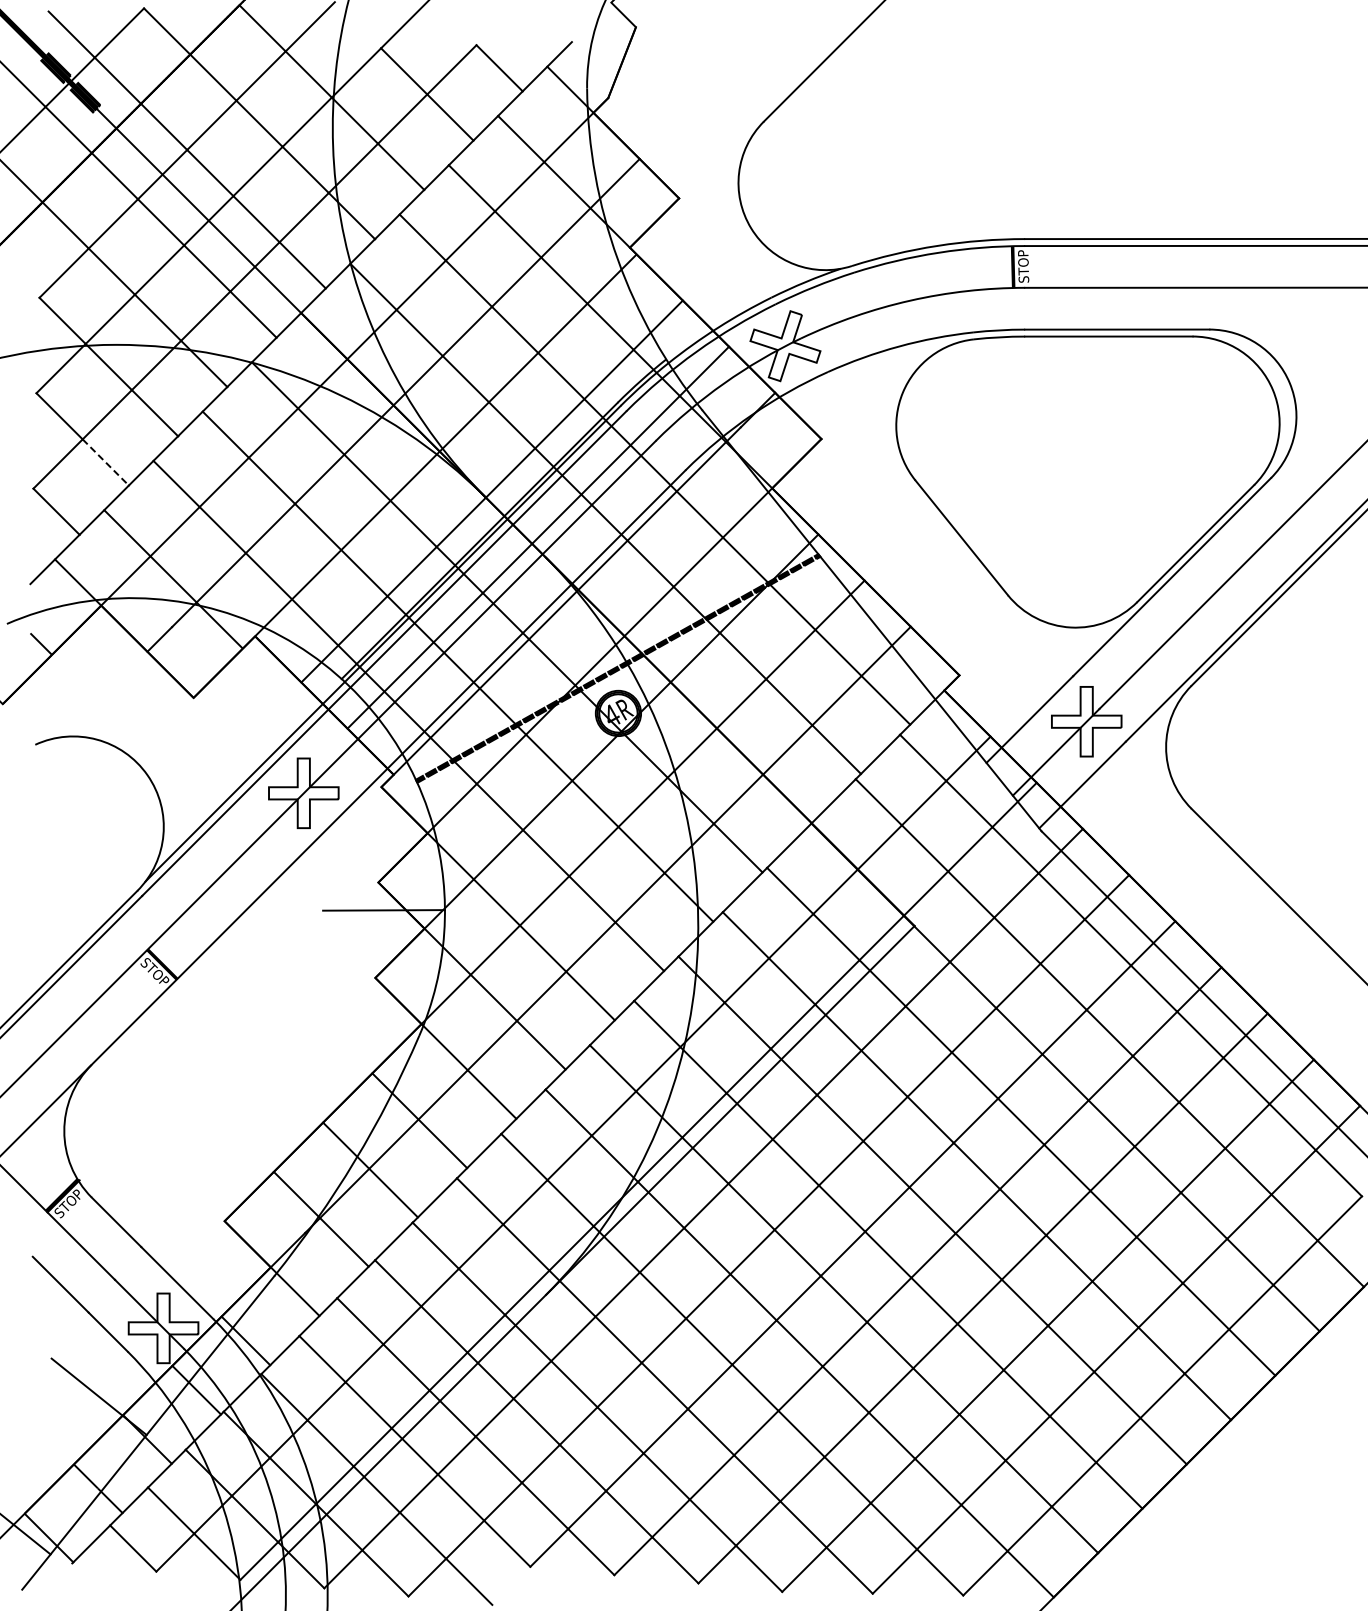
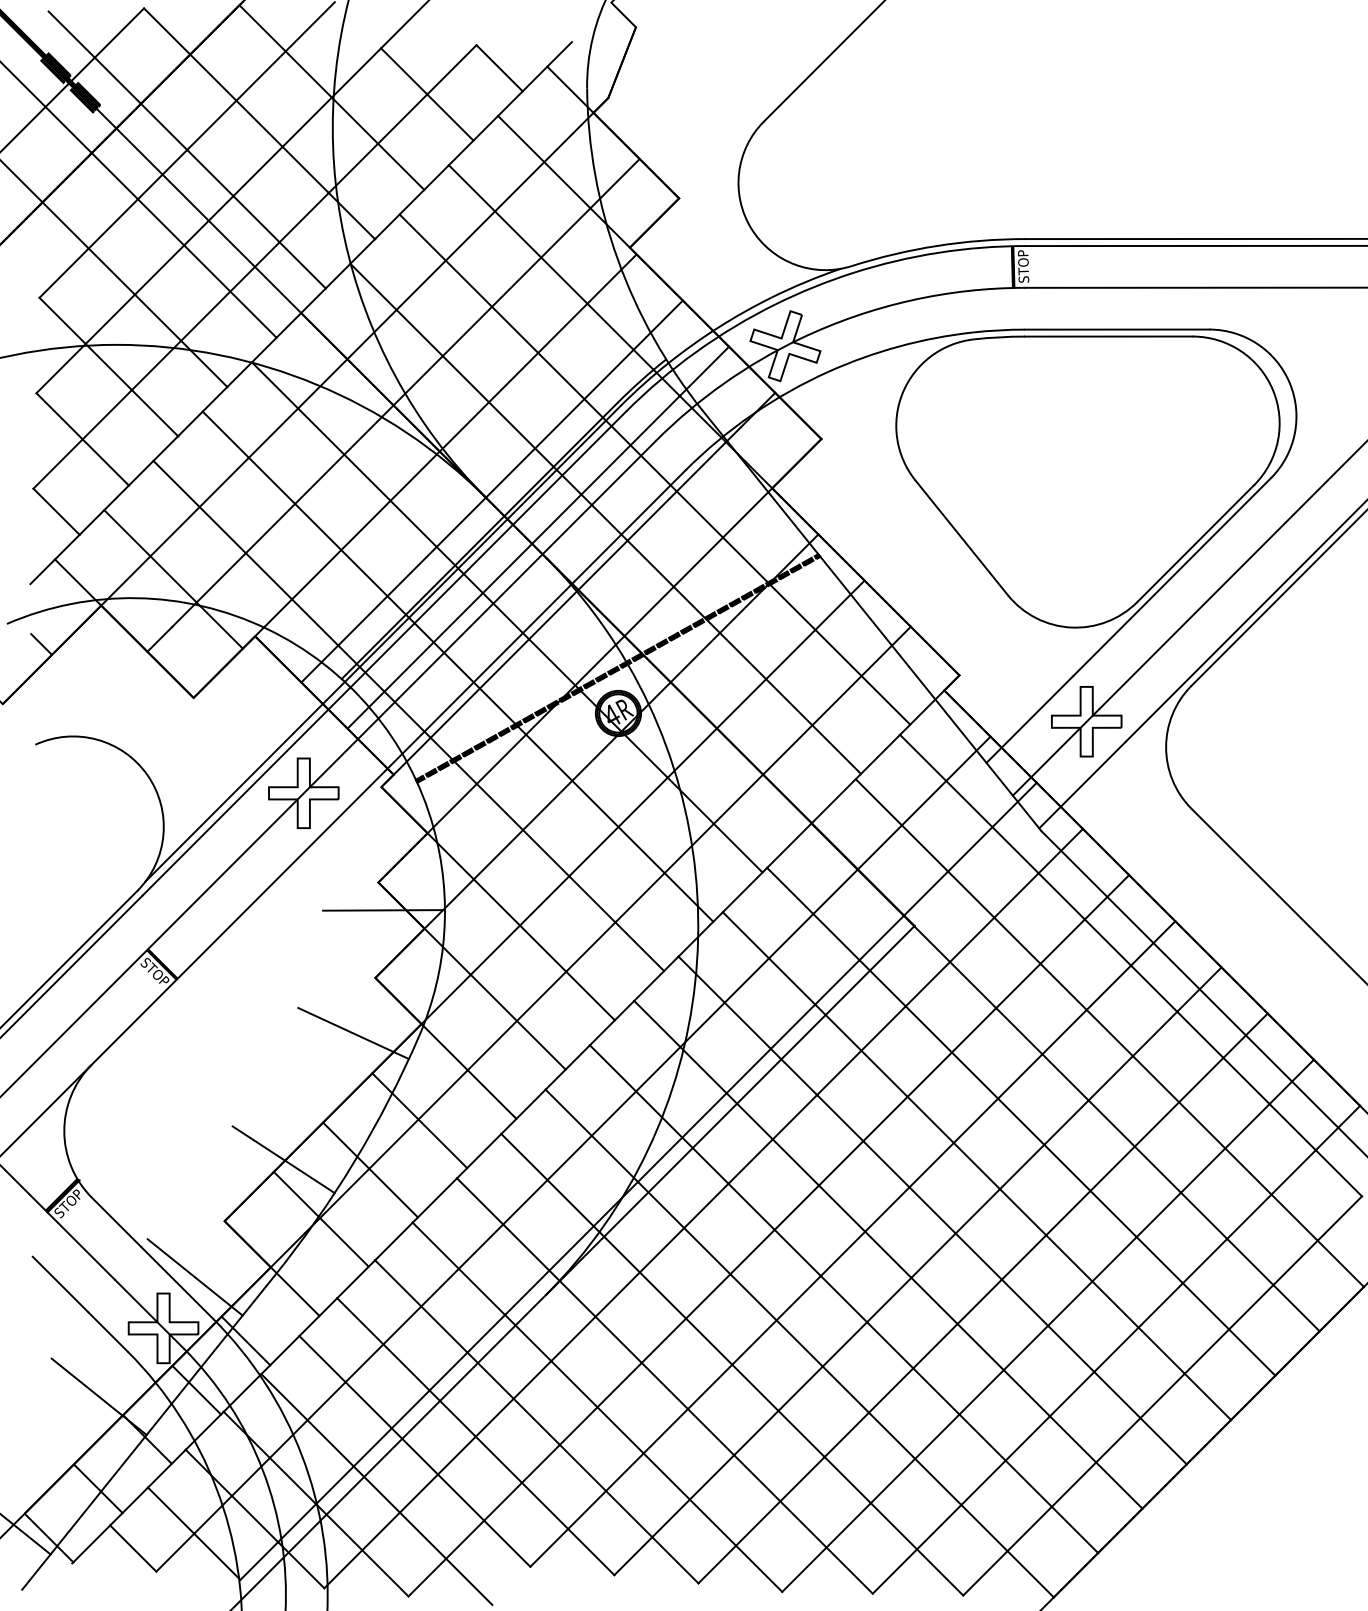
line at (105, 462): dashed -> solid
line at (353, 1033): none -> present
line at (283, 1159): none -> present
line at (194, 1277): none -> present
